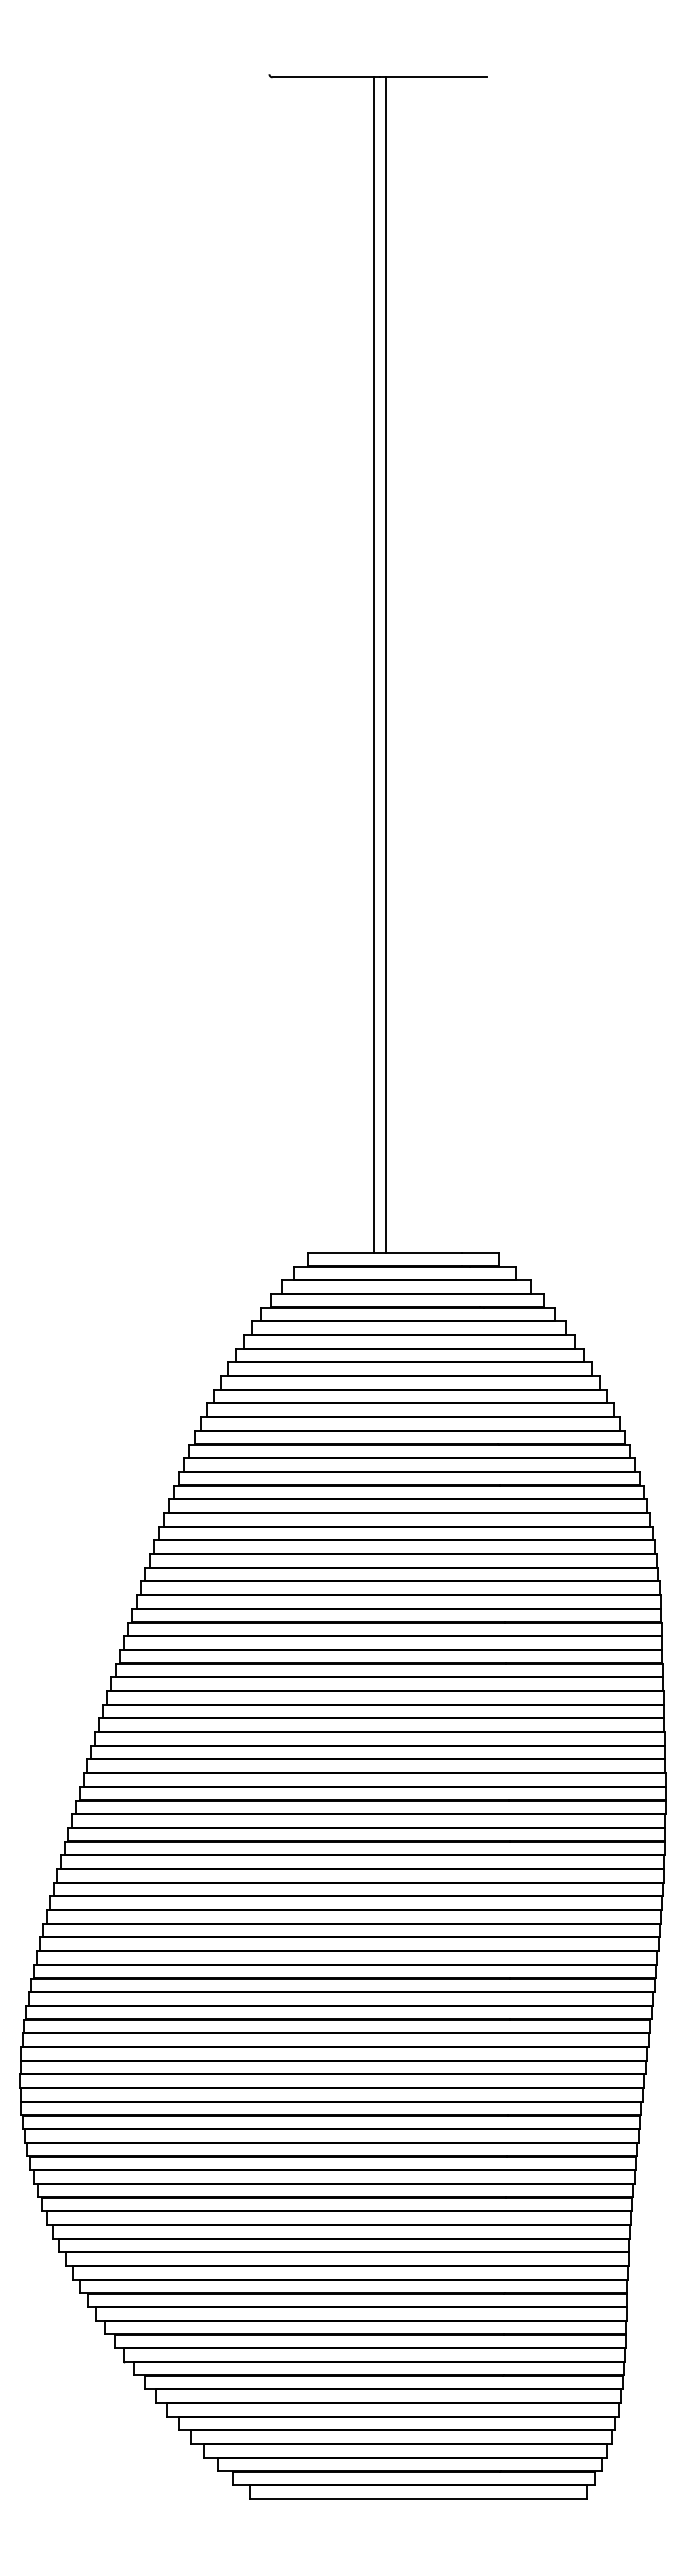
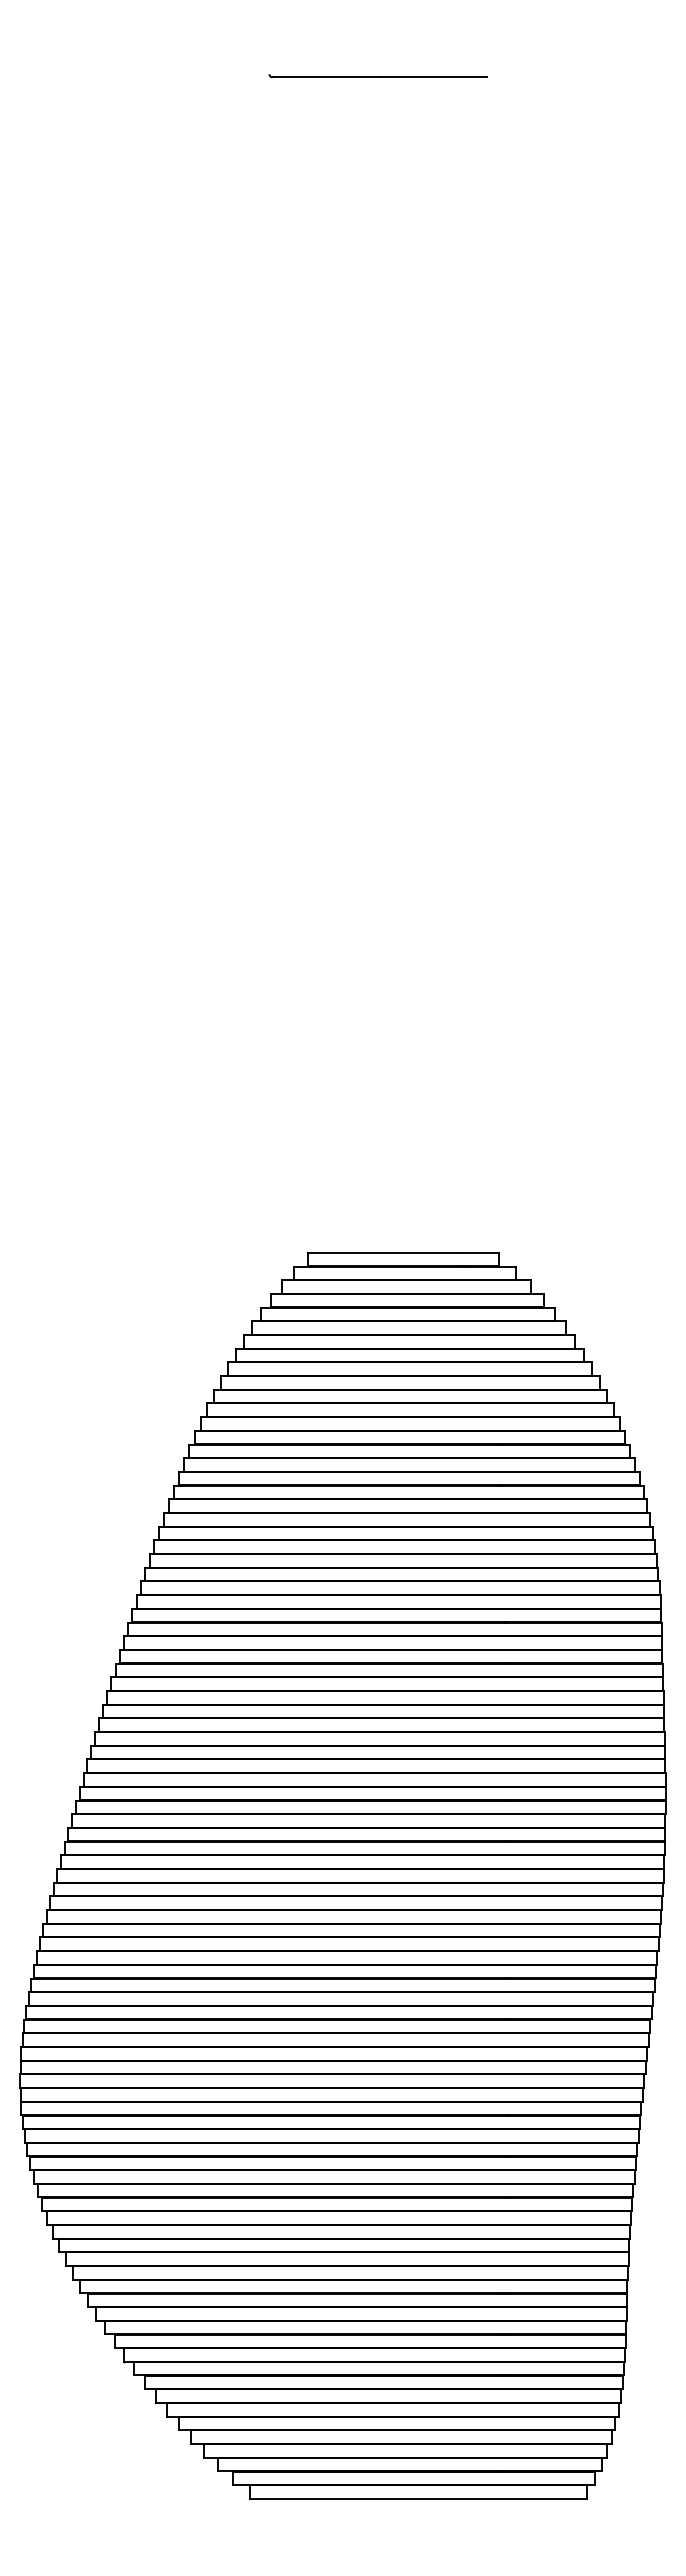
line at (373, 664): present -> none
line at (385, 664): present -> none
